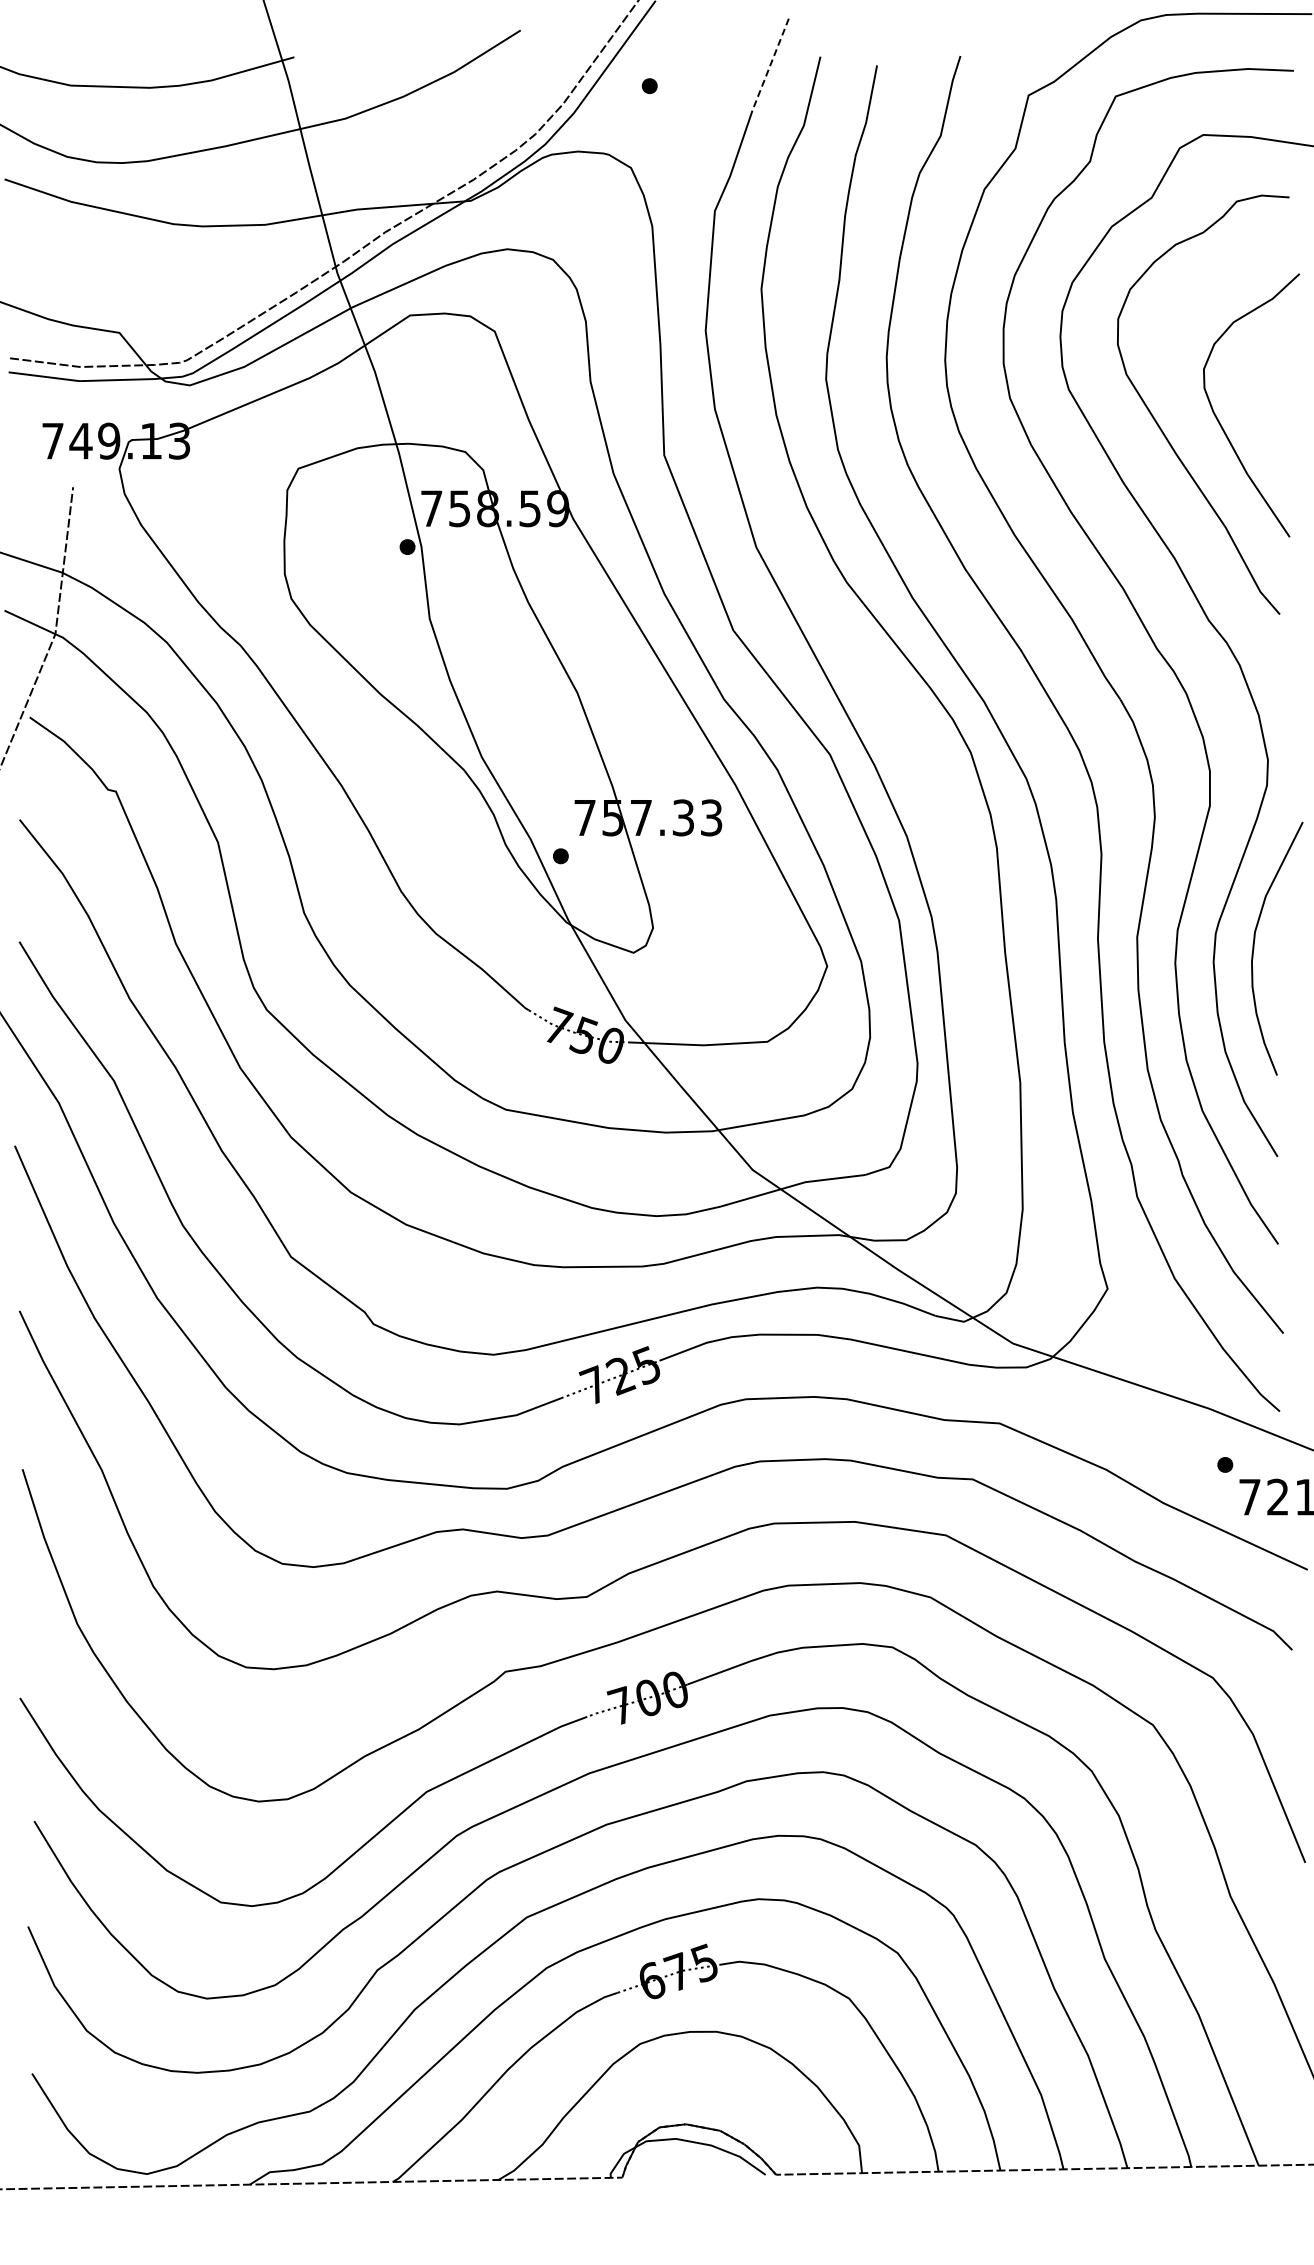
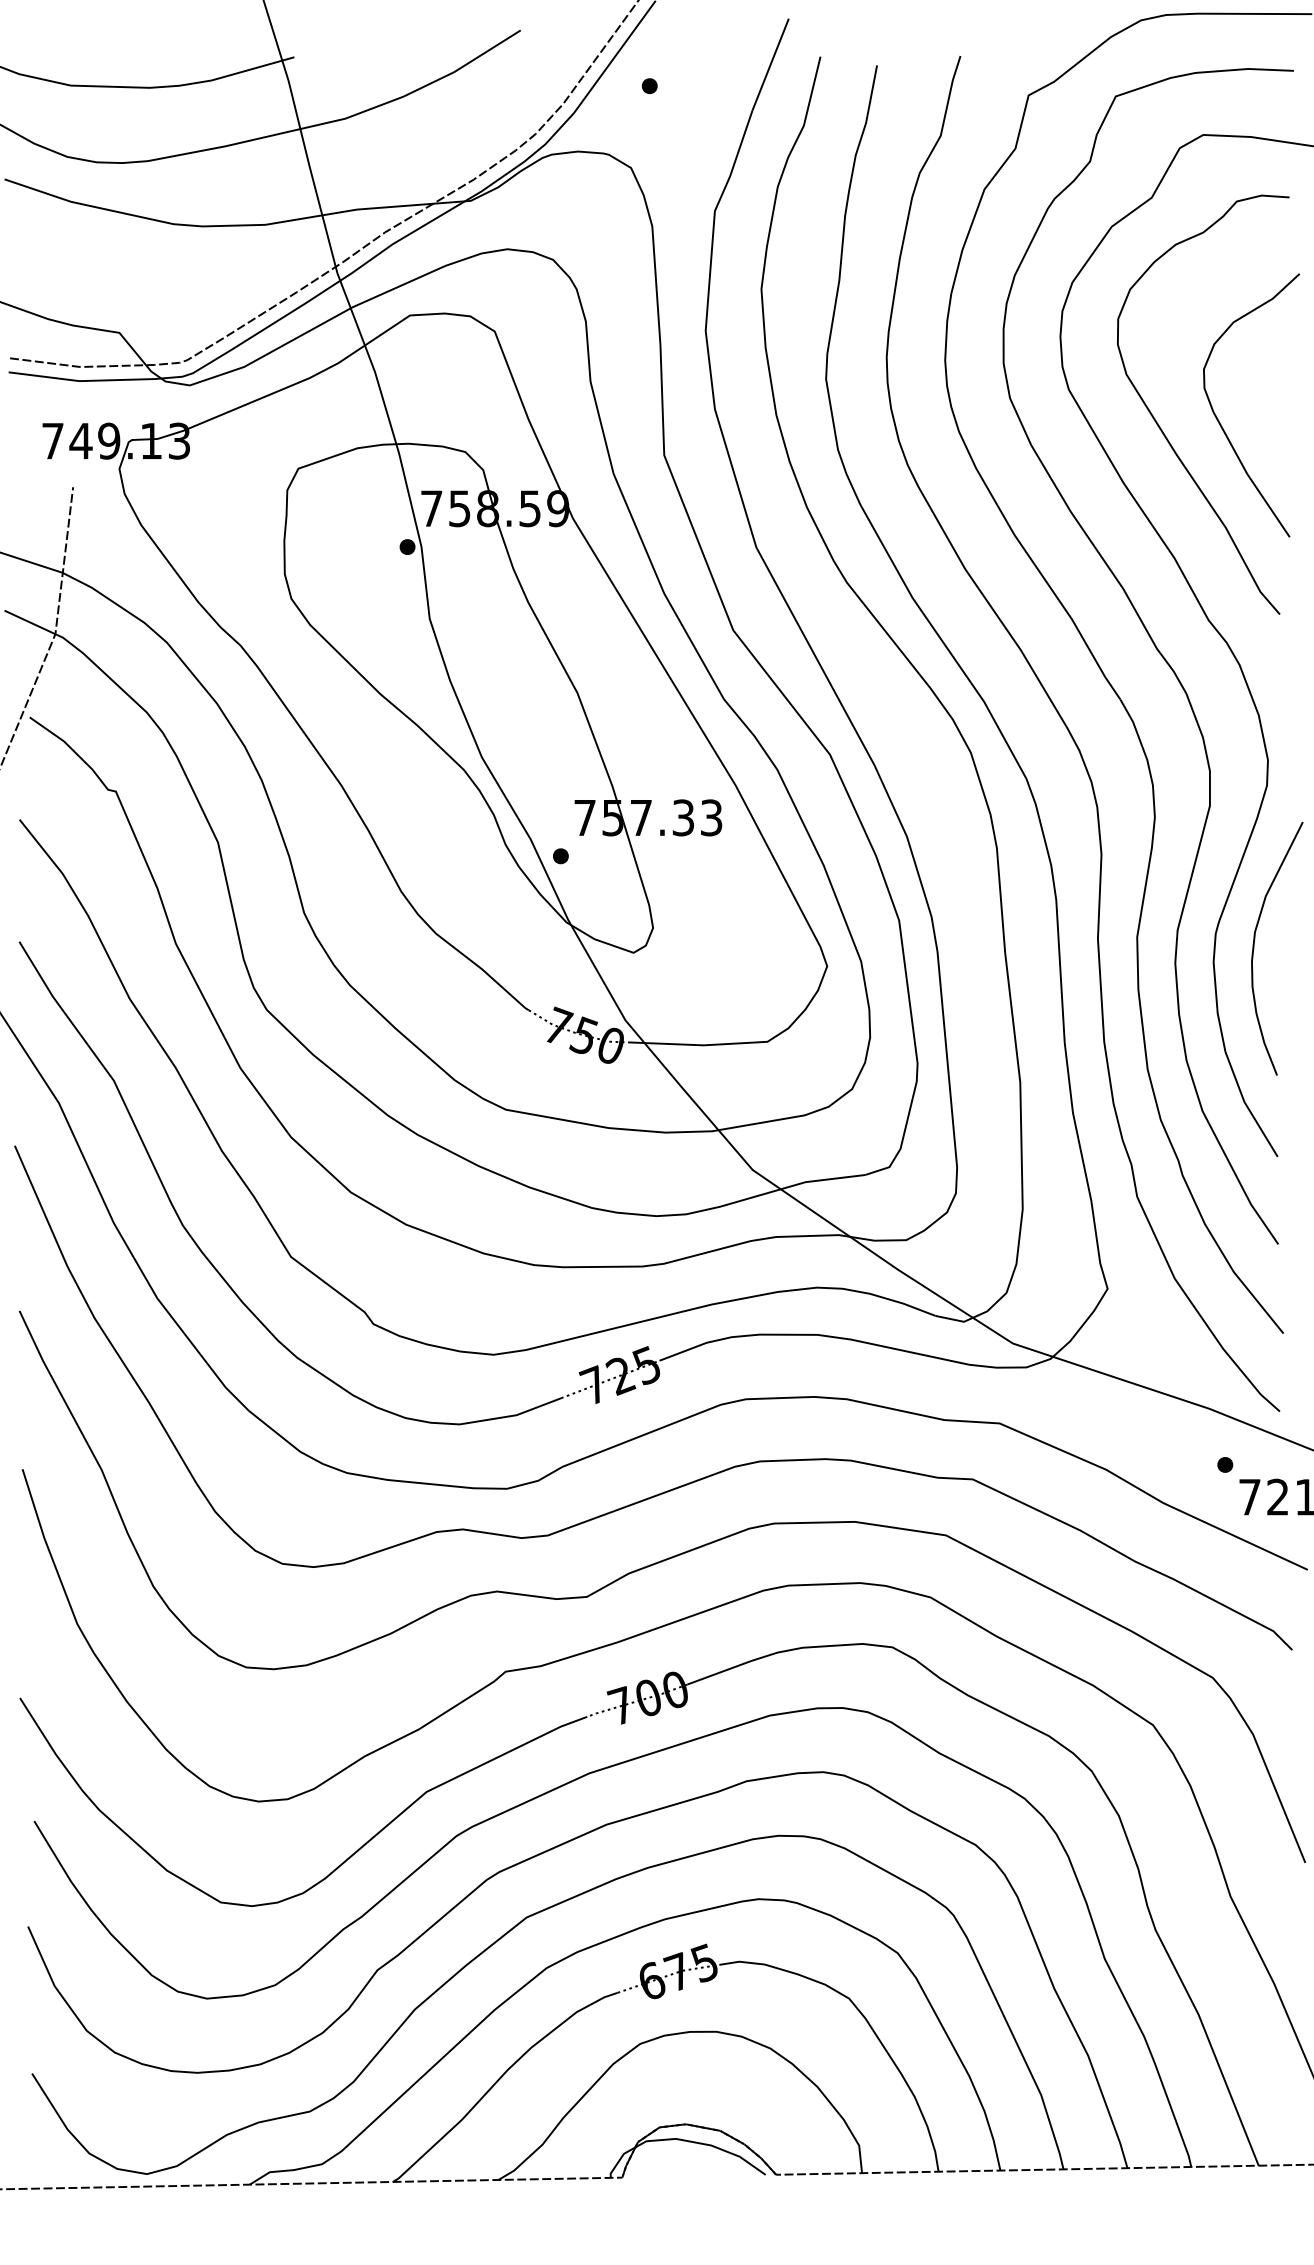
line at (770, 65): dashed -> solid
